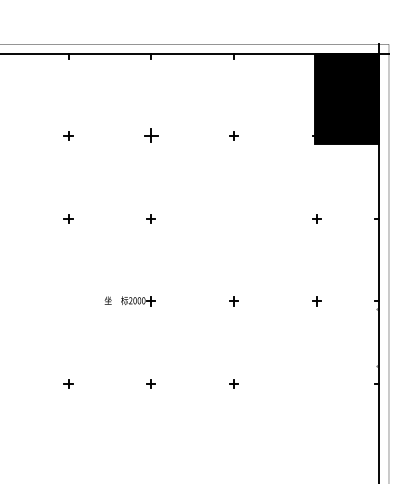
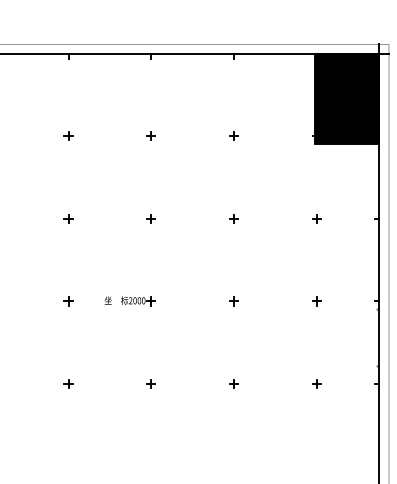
part at (151, 135) size: 15x15 px -> 10x10 px
part at (233, 218): none -> present
part at (68, 301): none -> present
part at (316, 383): none -> present
